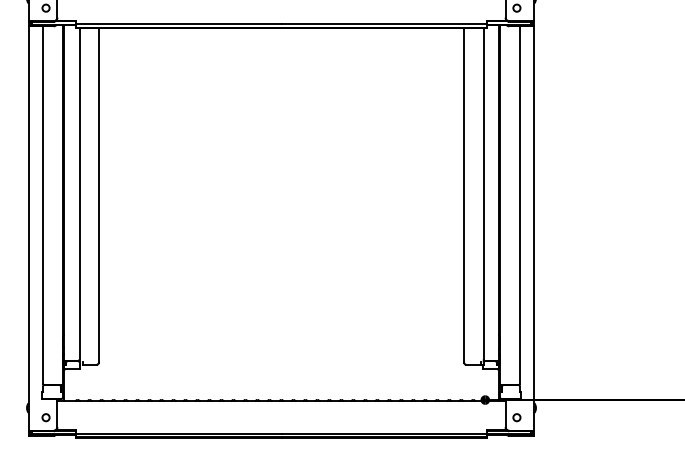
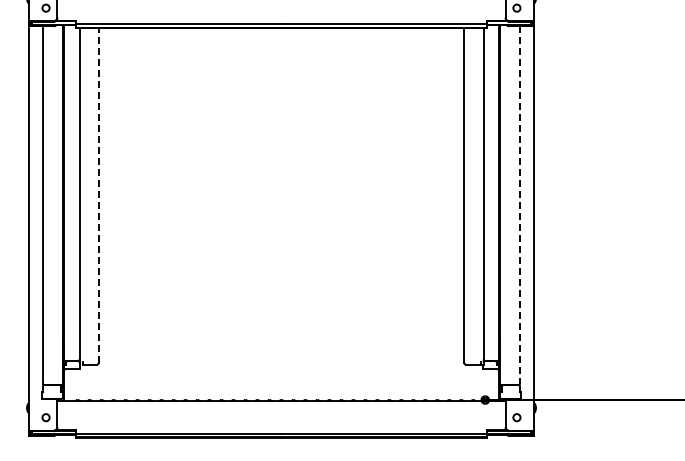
line at (98, 195): solid -> dashed
line at (520, 204): solid -> dashed
